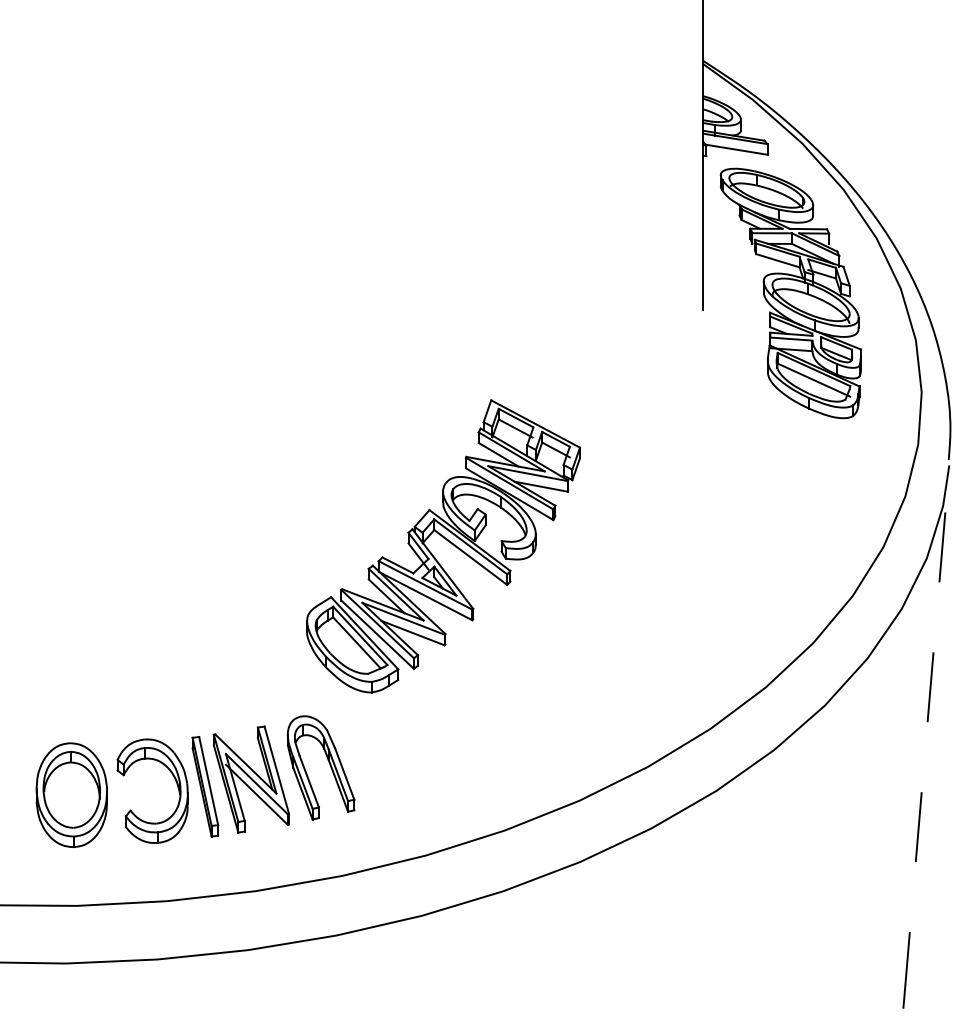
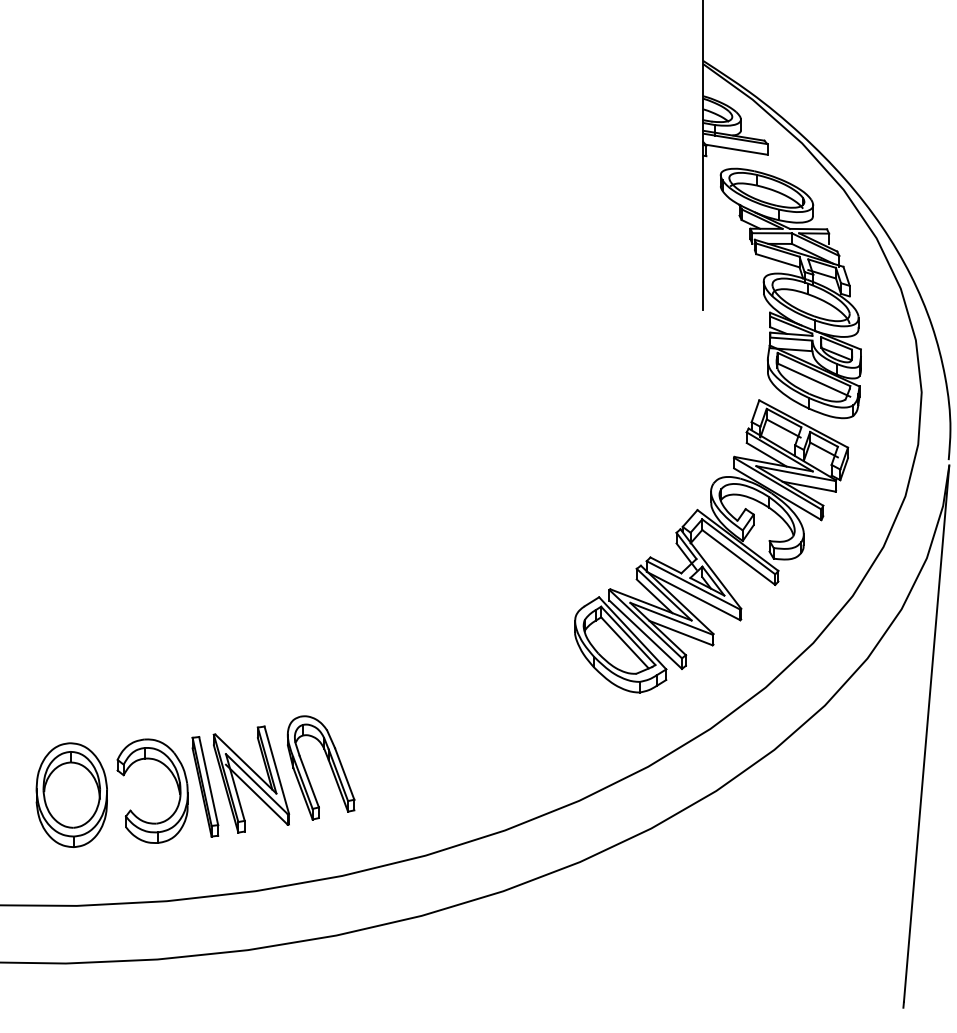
part at (447, 541) position: (447, 541) -> (715, 541)
line at (926, 733): dashed -> solid
